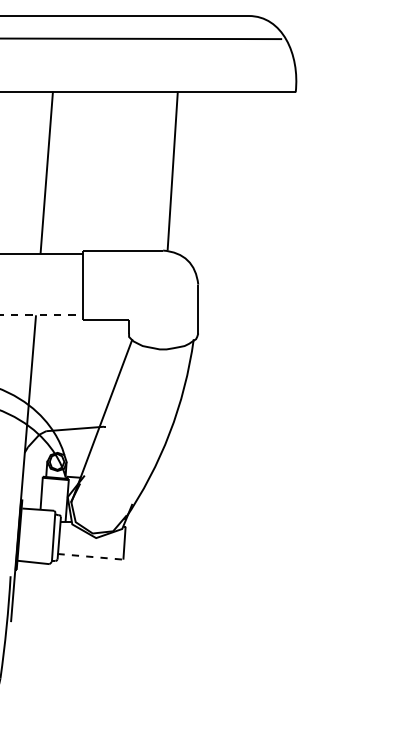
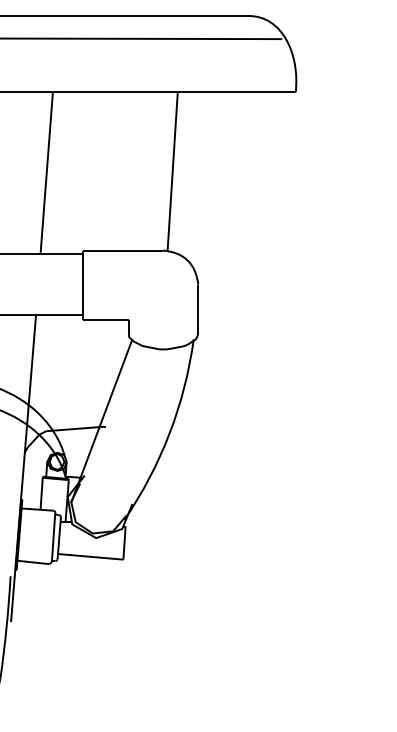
line at (41, 315): dashed -> solid
line at (90, 556): dashed -> solid
